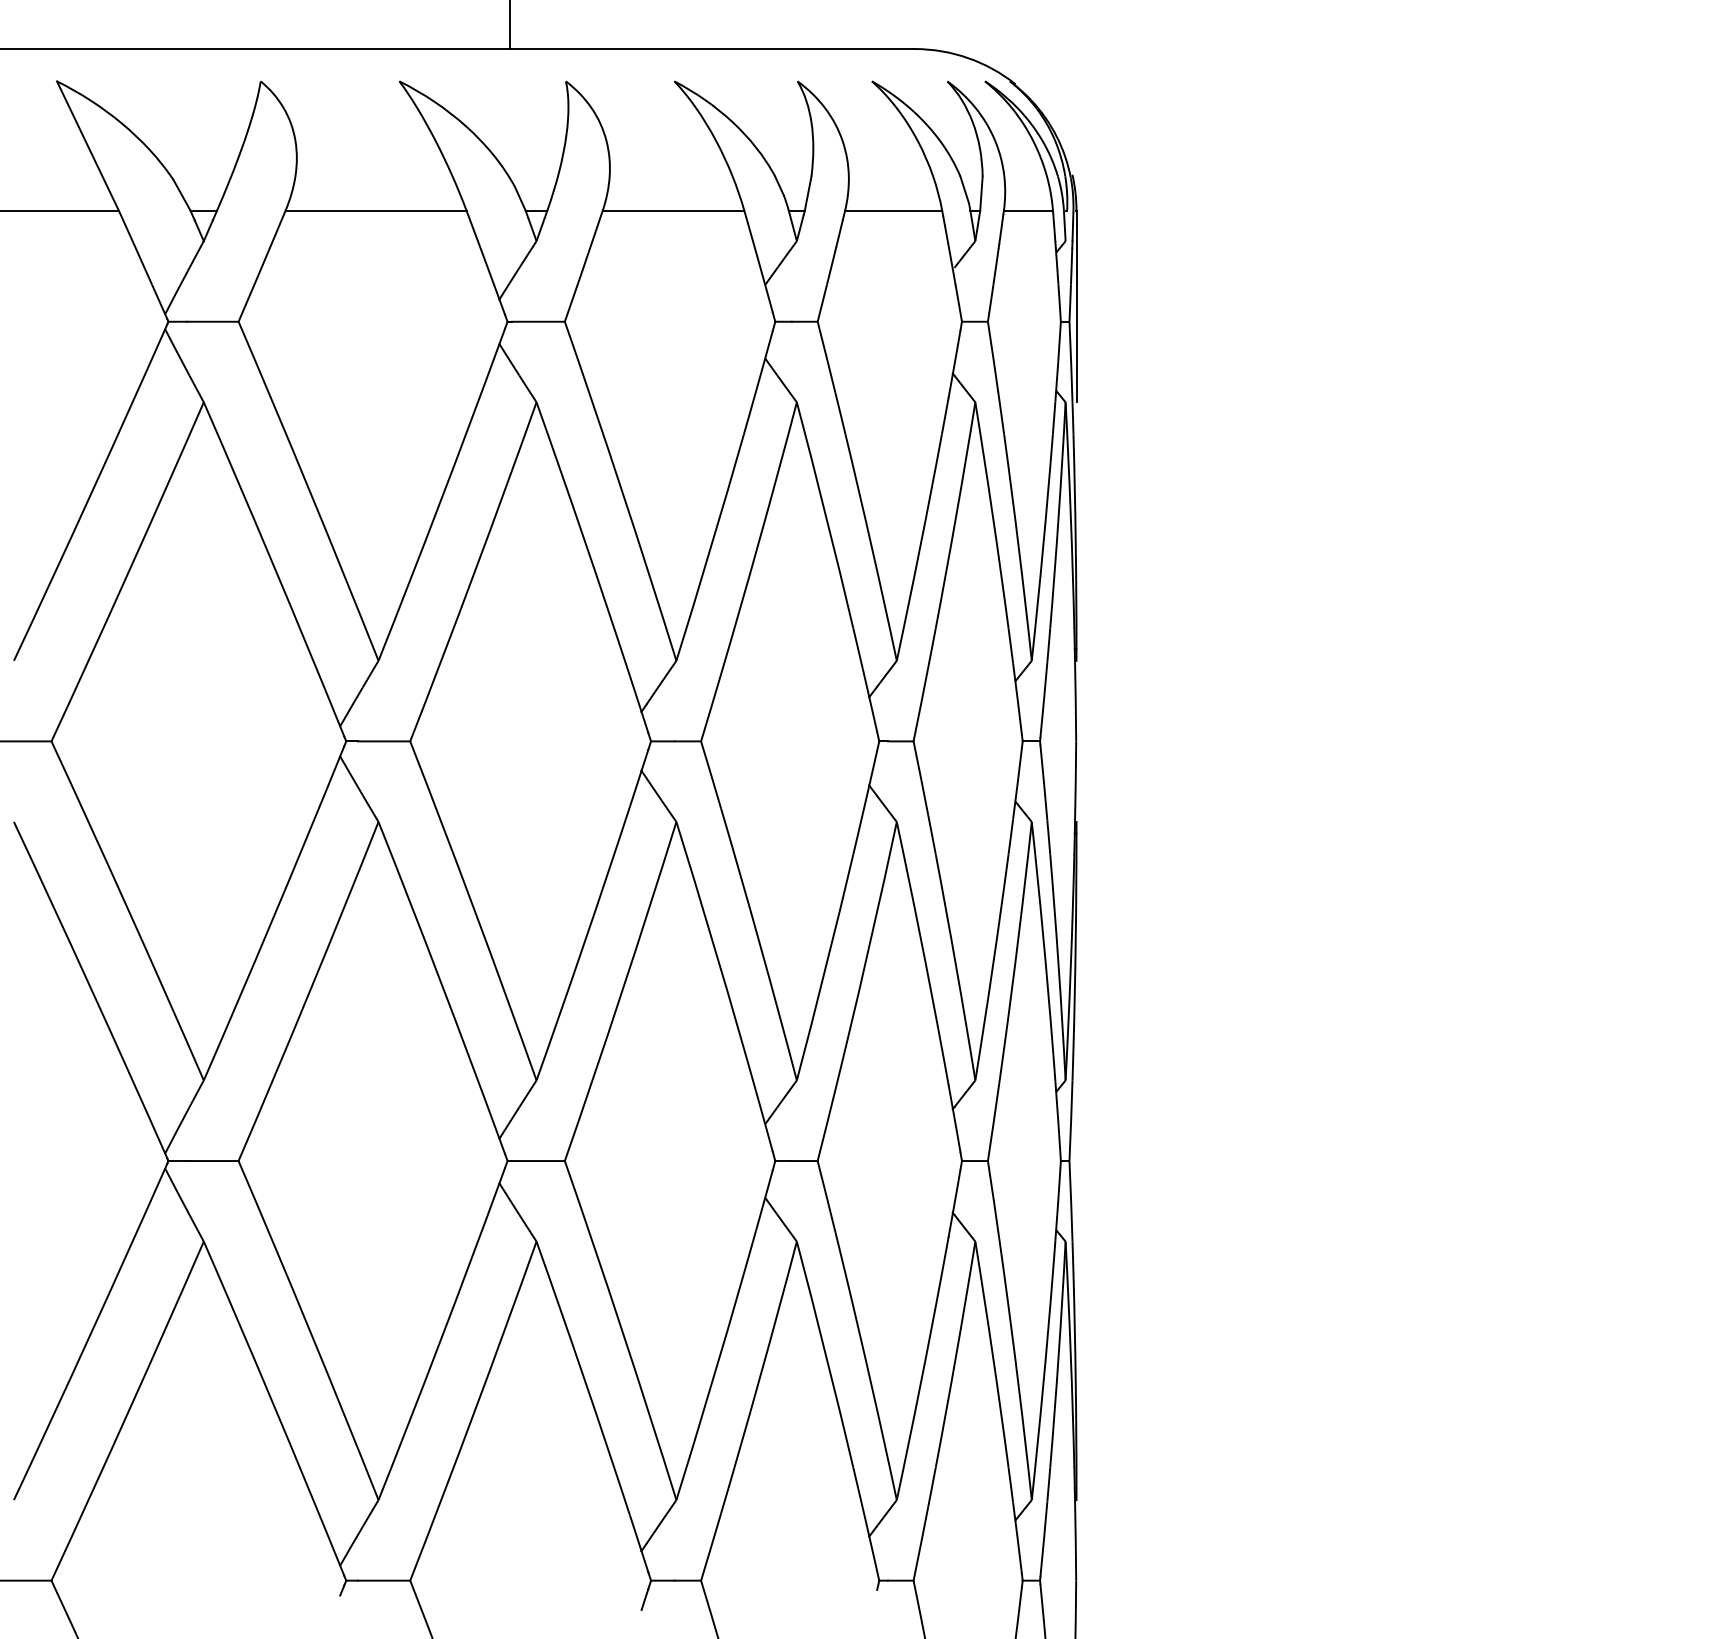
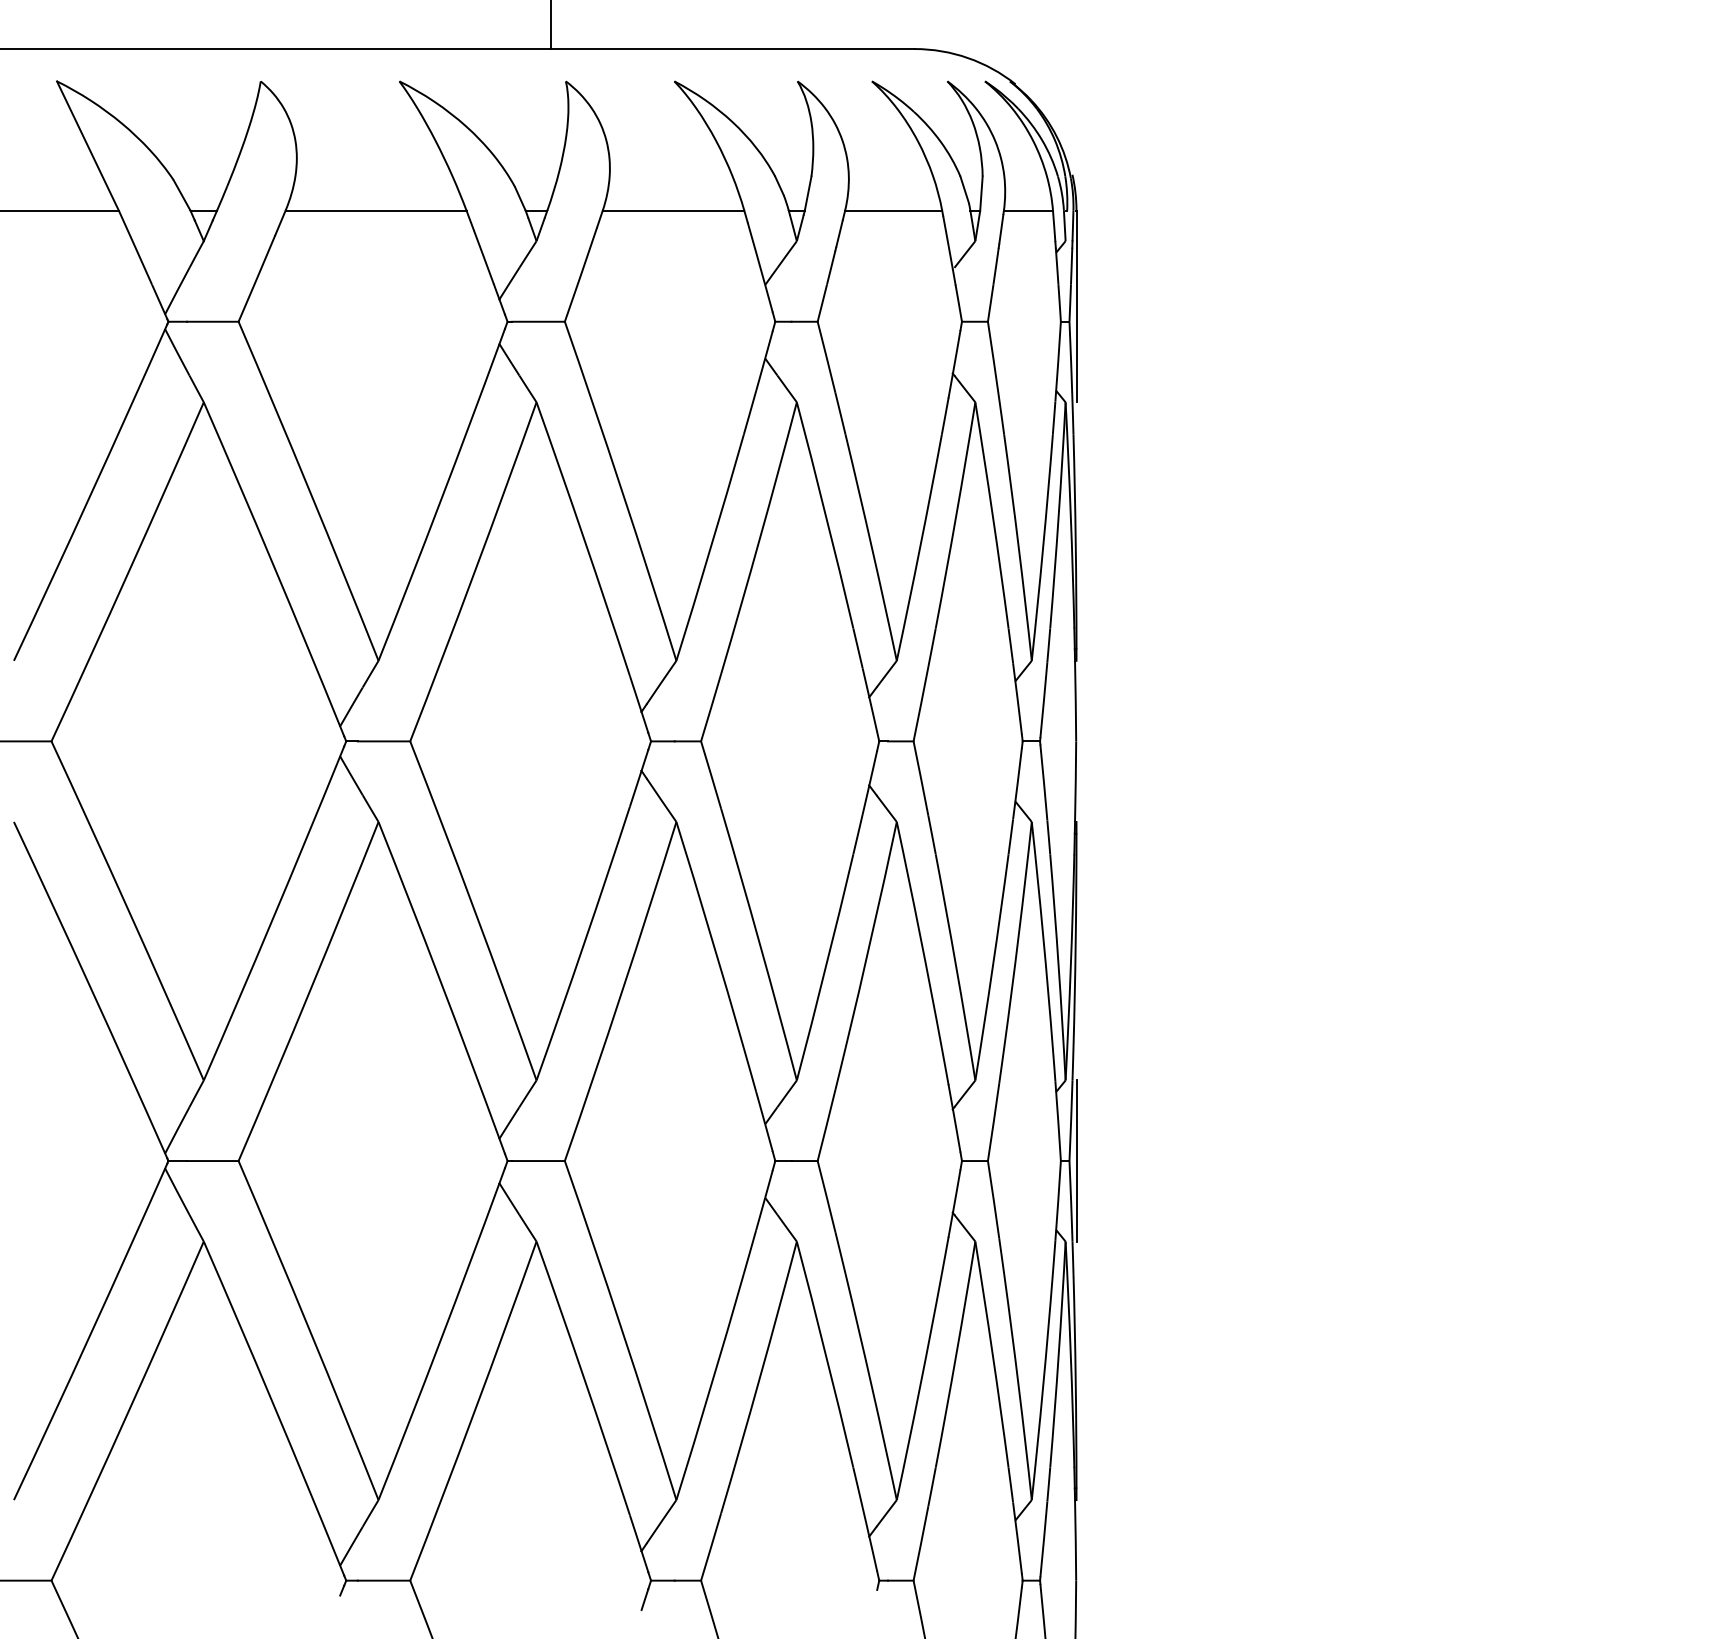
line at (509, 25) position: (509, 25) -> (550, 25)
line at (1076, 1160): none -> present
